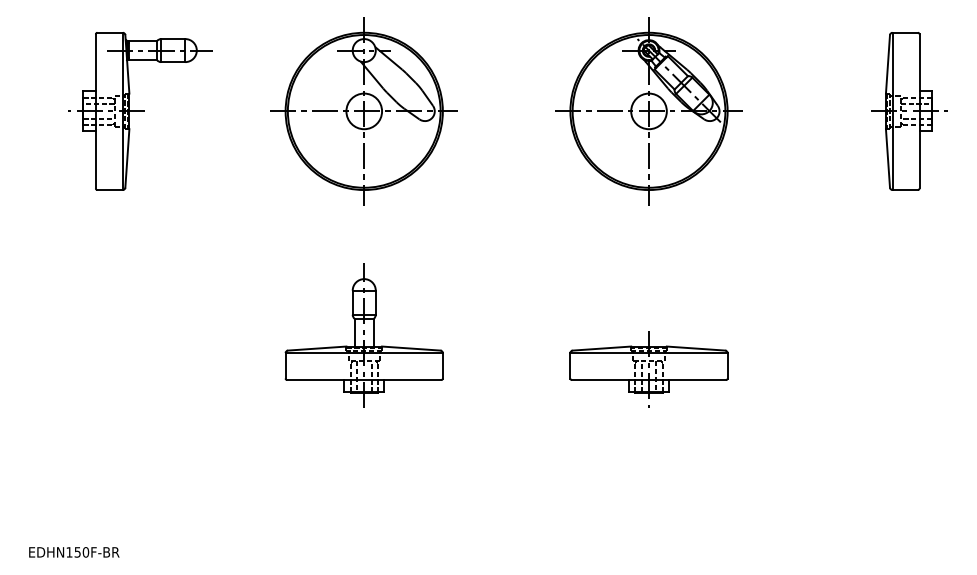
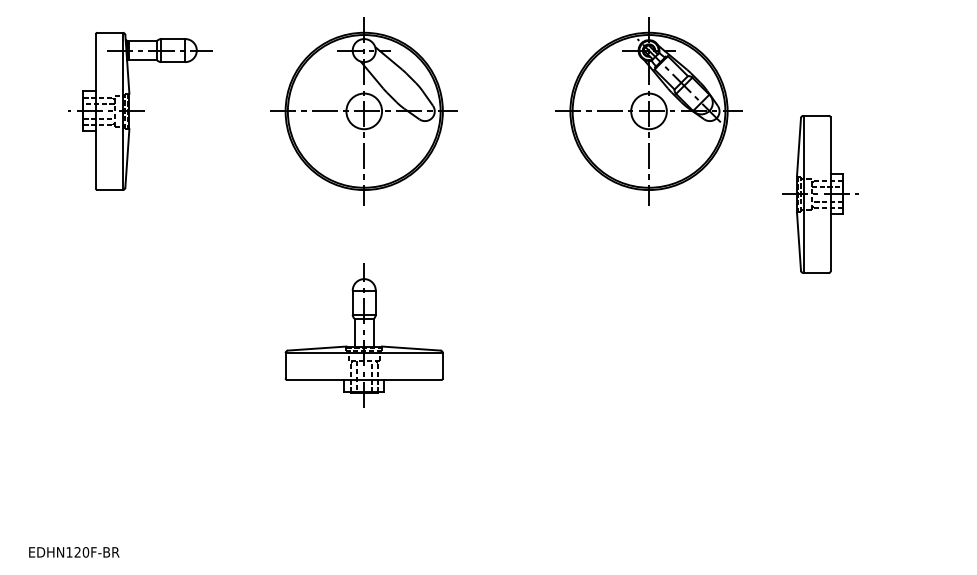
part at (909, 111) position: (909, 111) -> (820, 194)
part at (648, 369): present -> none
text at (77, 552): EDHN150F-BR -> EDHN120F-BR
